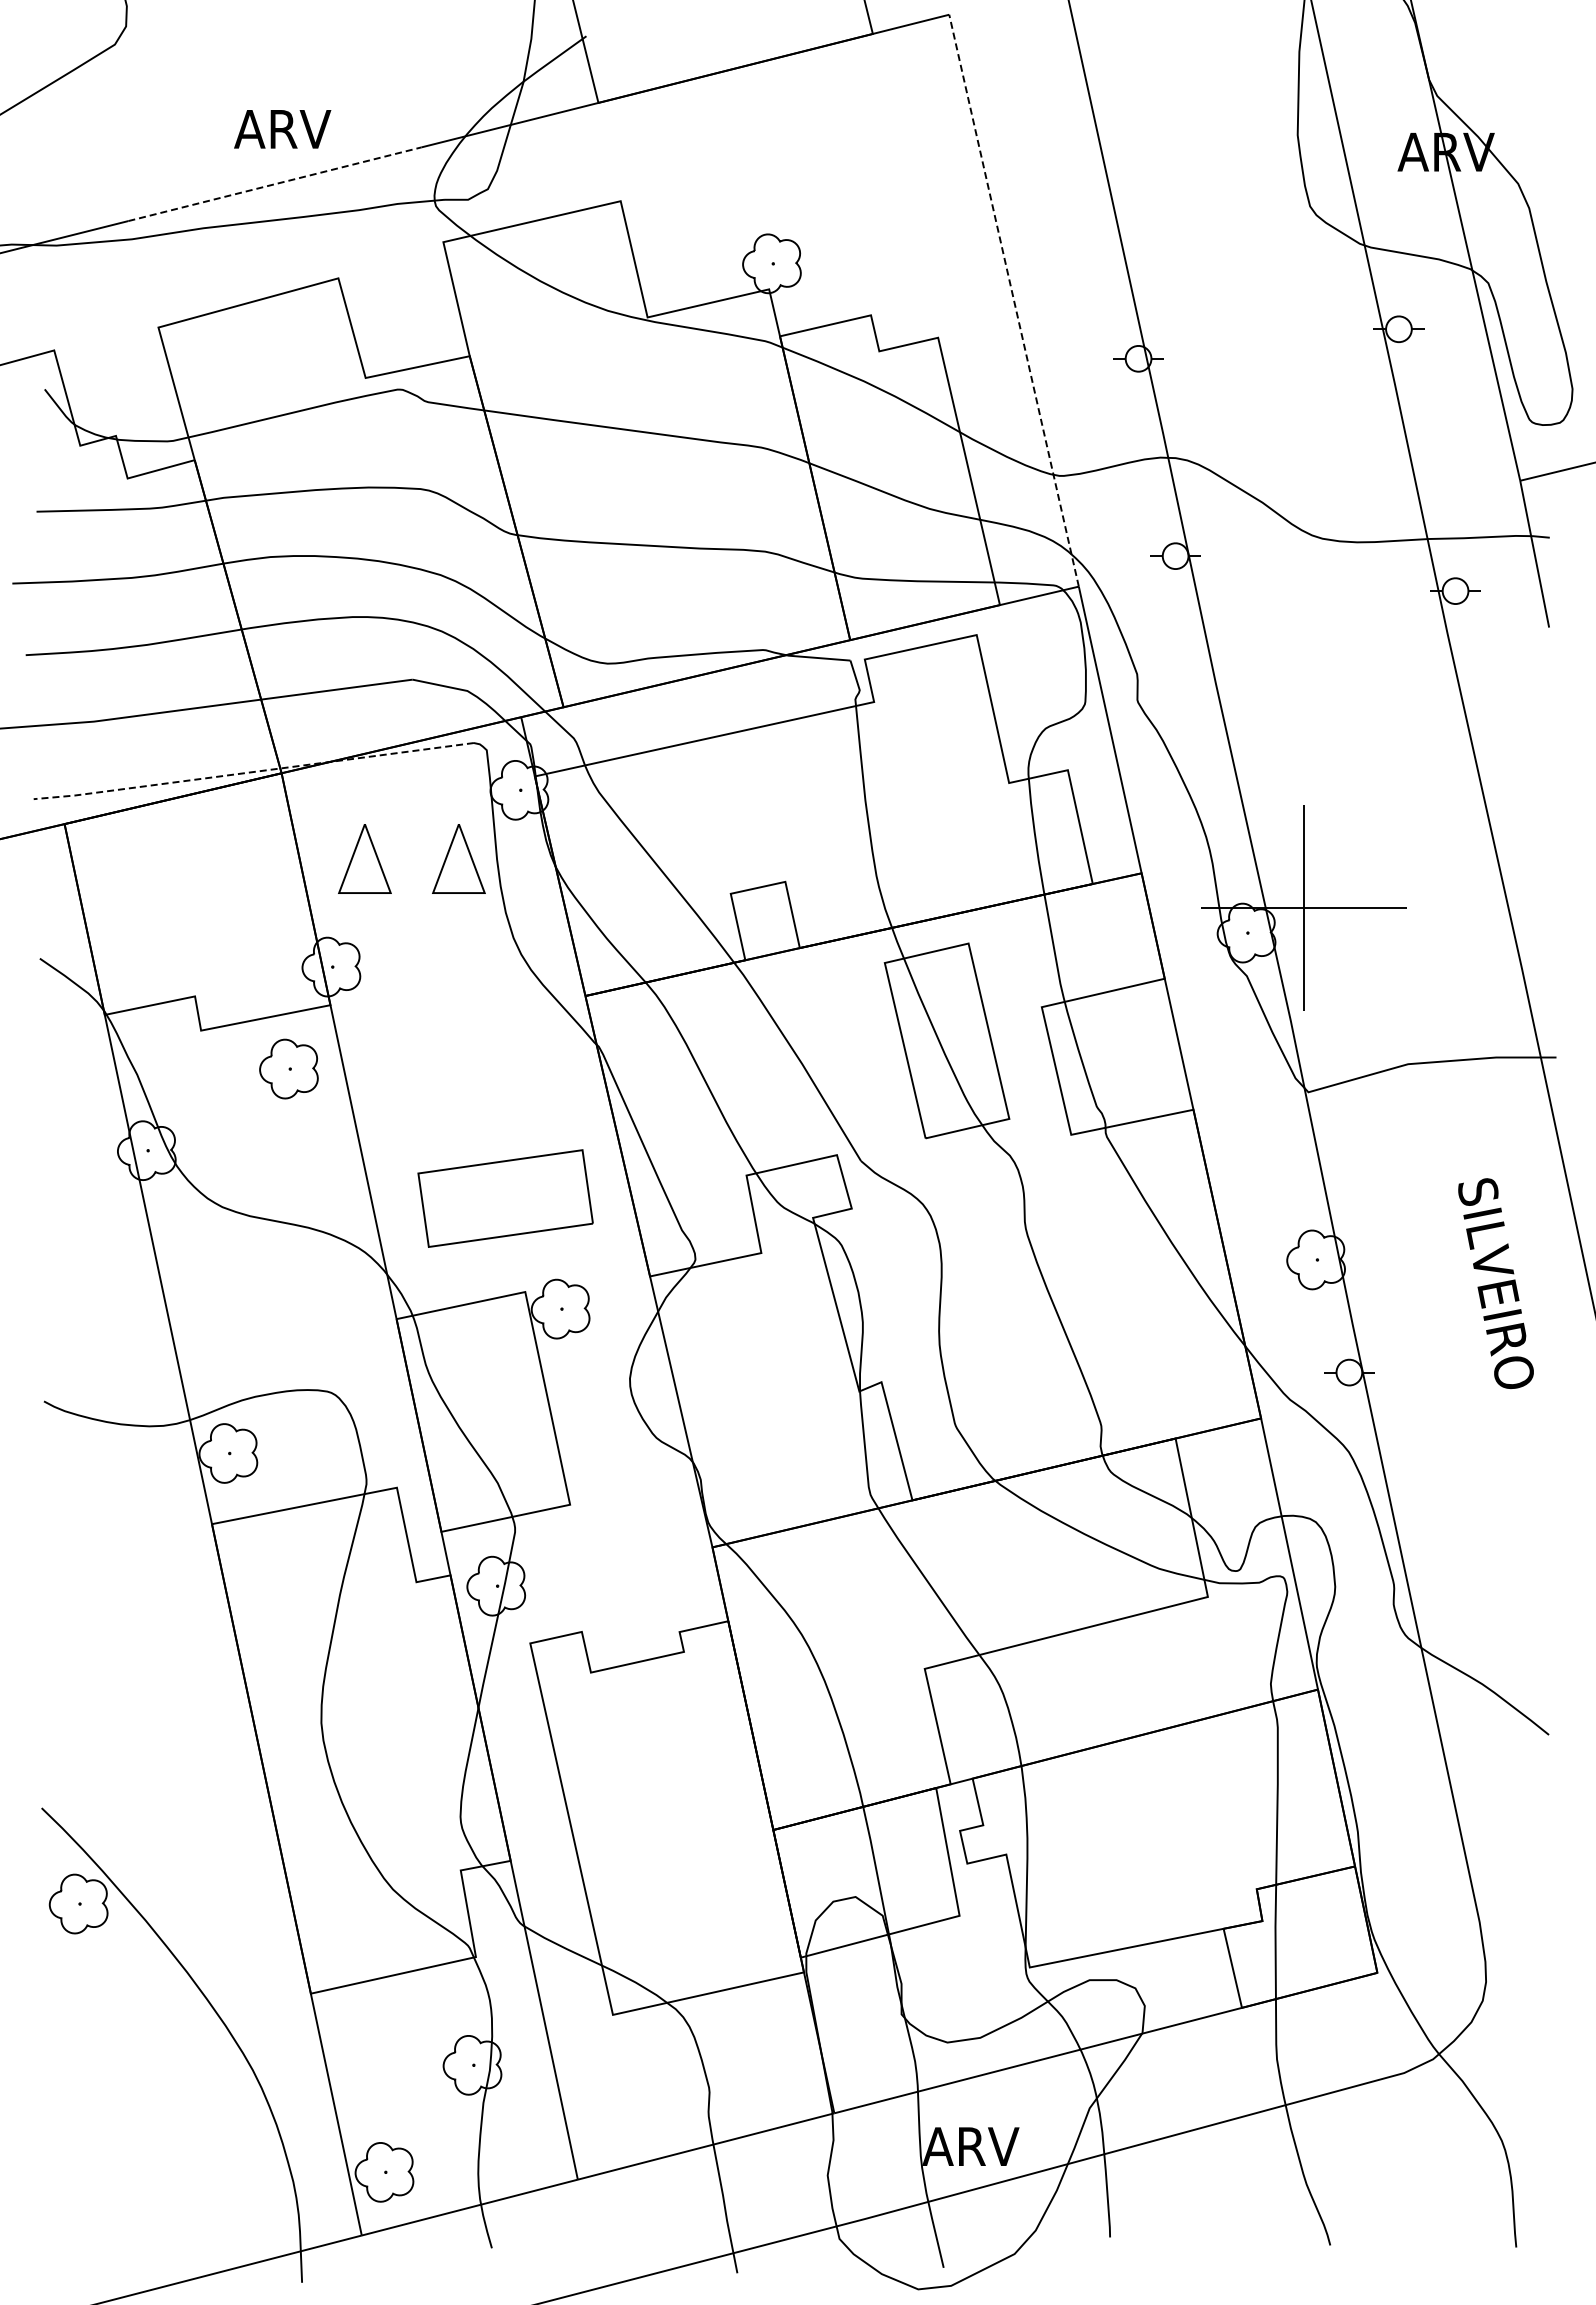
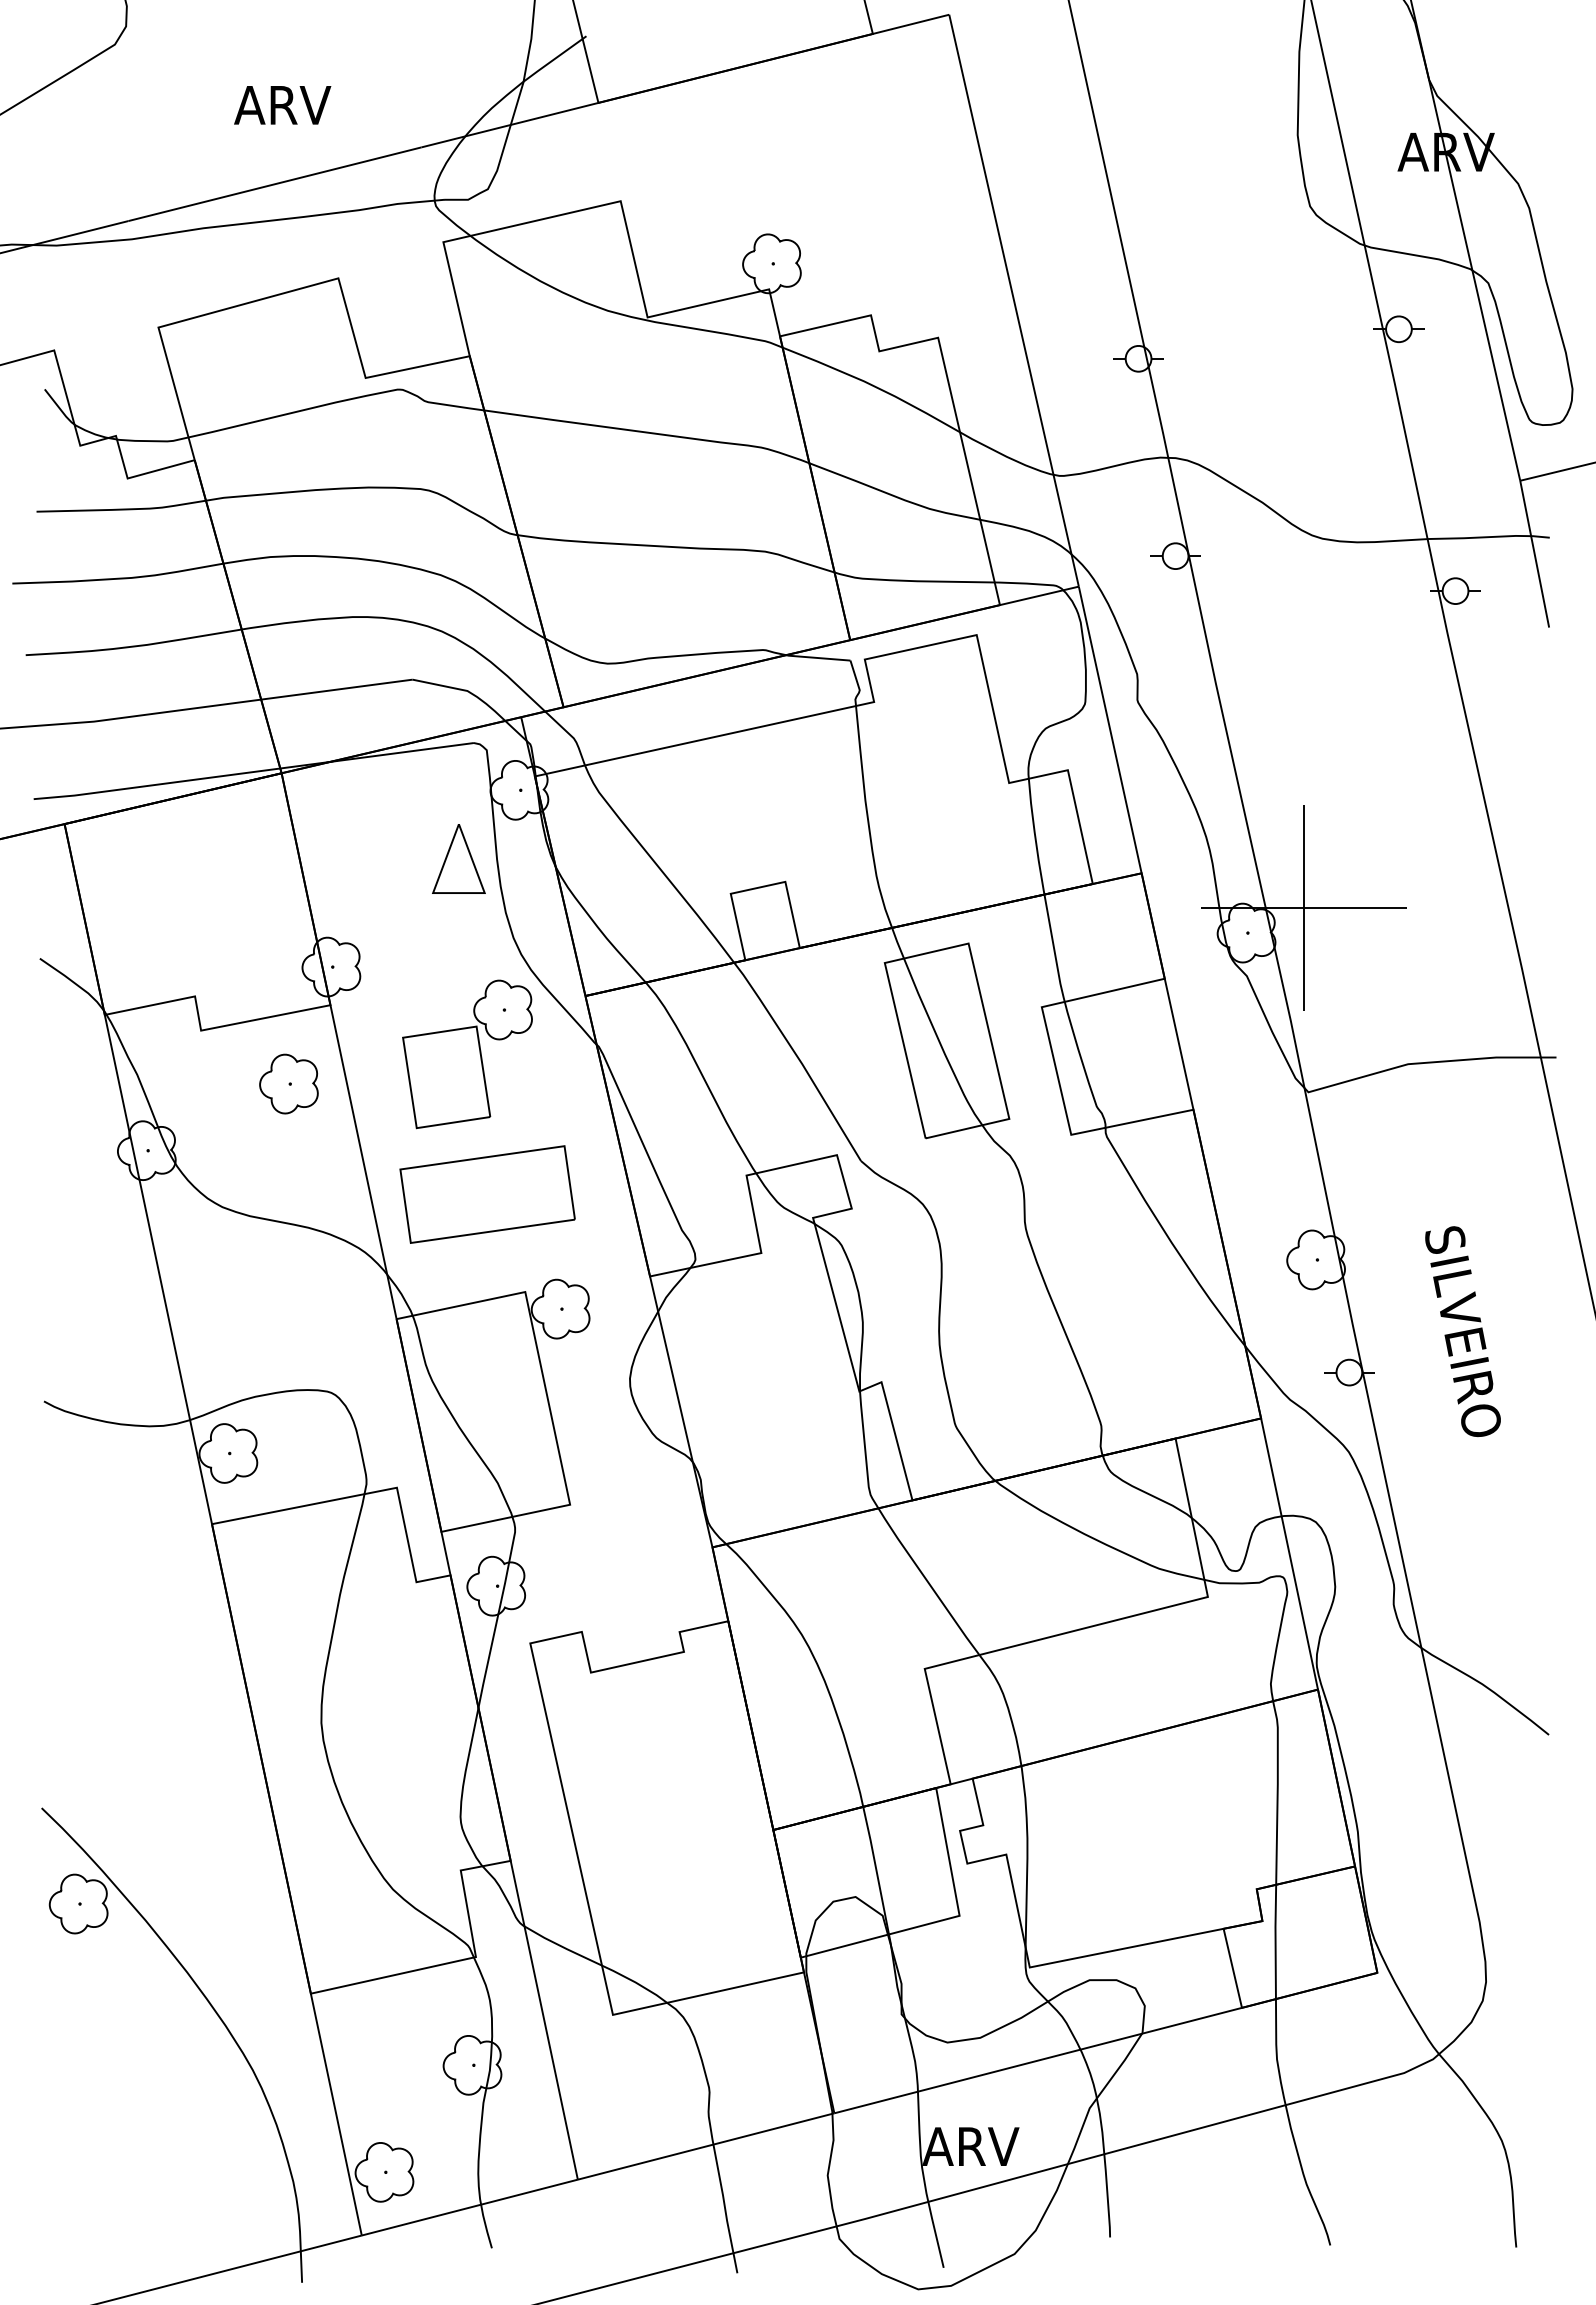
text at (282, 129) position: (282, 129) -> (282, 105)
line at (275, 184): dashed -> solid
line at (1013, 300): dashed -> solid
line at (253, 772): dashed -> solid
part at (364, 858): present -> none
part at (467, 1054): none -> present
part at (288, 1068) position: (288, 1068) -> (288, 1083)
part at (505, 1198) position: (505, 1198) -> (487, 1194)
text at (1495, 1283) position: (1495, 1283) -> (1462, 1331)
